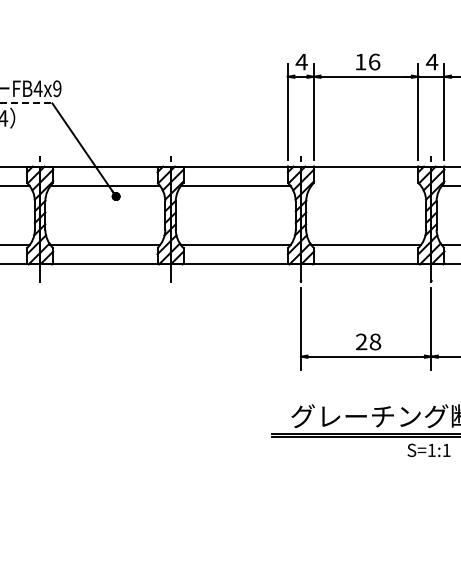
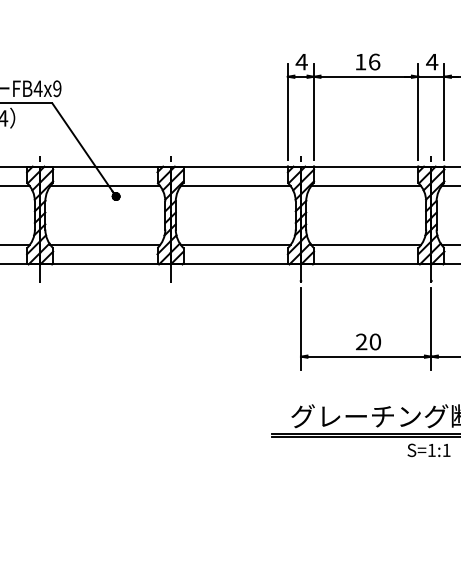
line at (26, 103): dashed -> solid
line at (366, 186): none -> present
text at (375, 342): 28 -> 20
